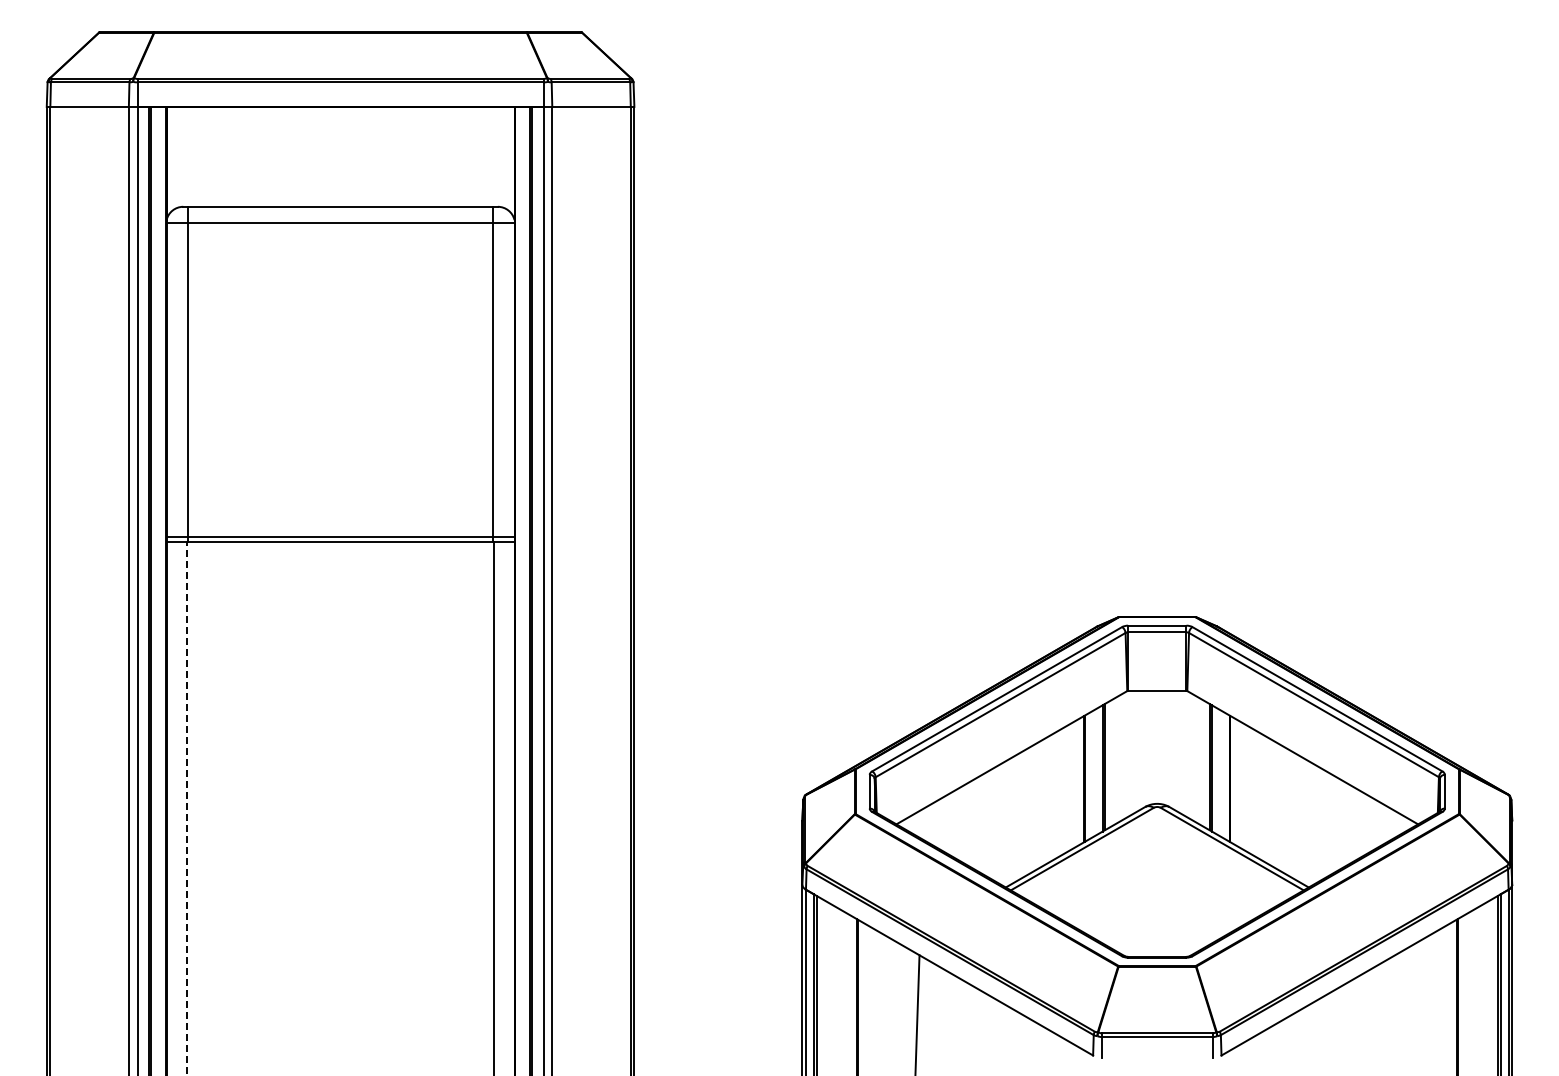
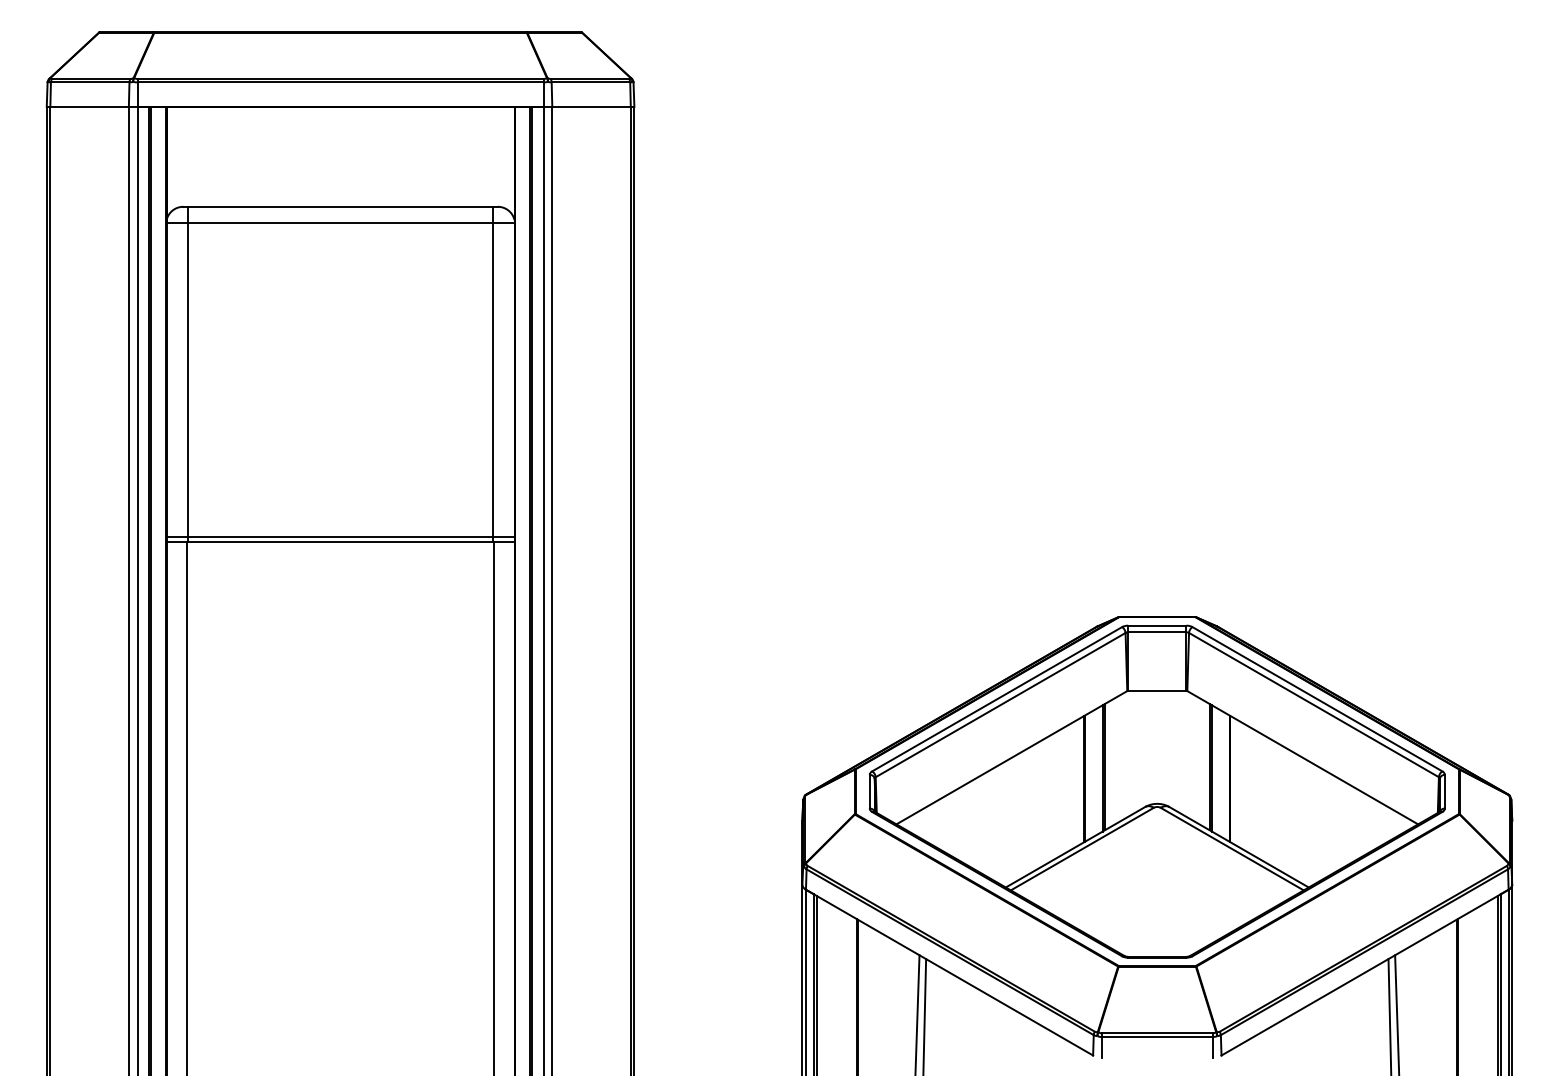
line at (186, 809): dashed -> solid
line at (1397, 1013): none -> present
line at (924, 1015): none -> present
line at (1389, 1015): none -> present
